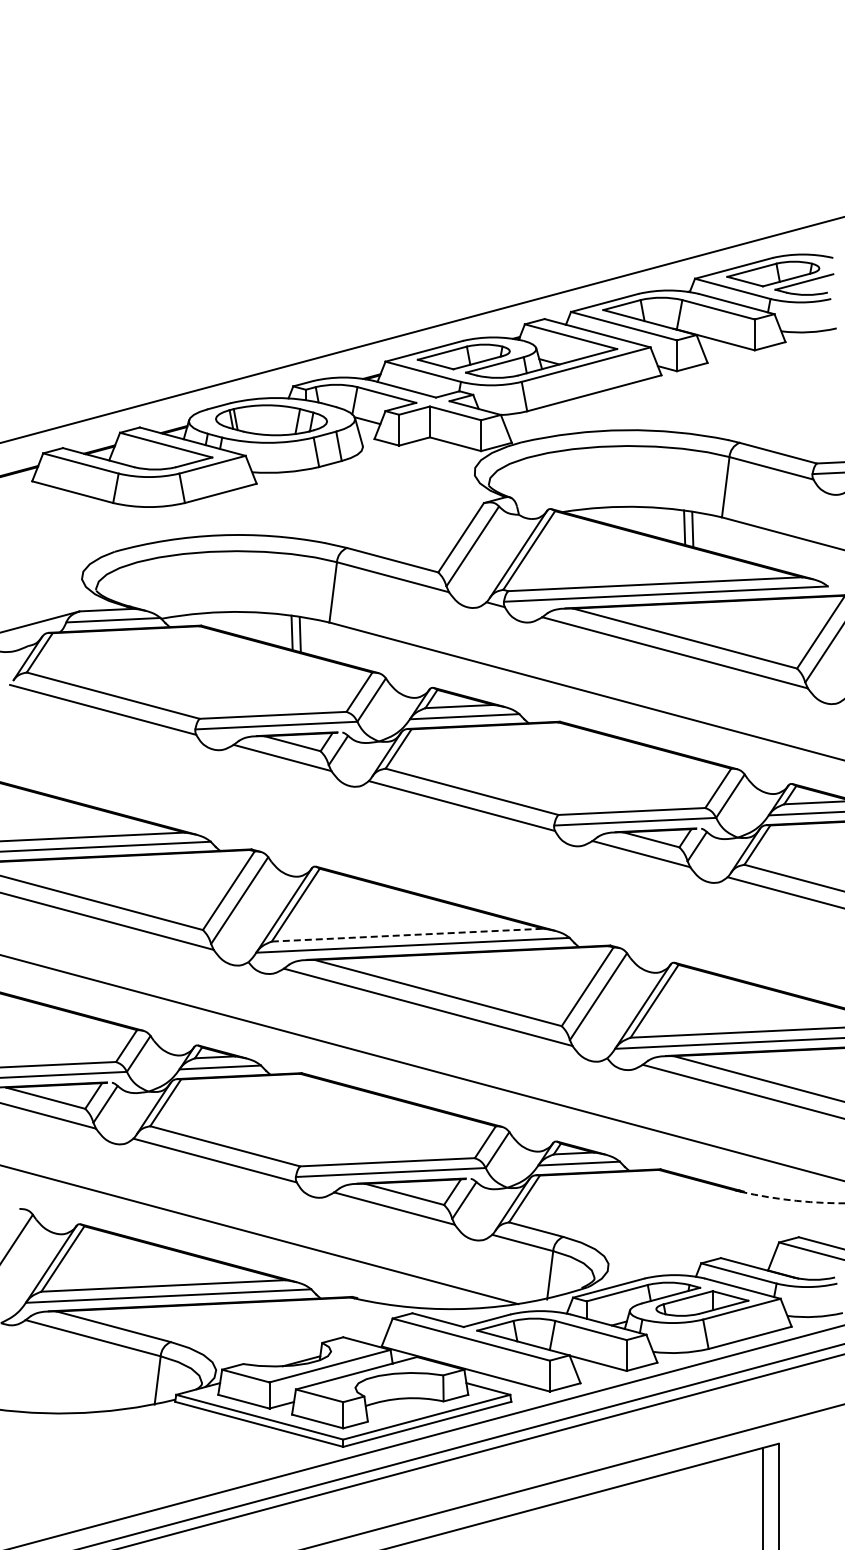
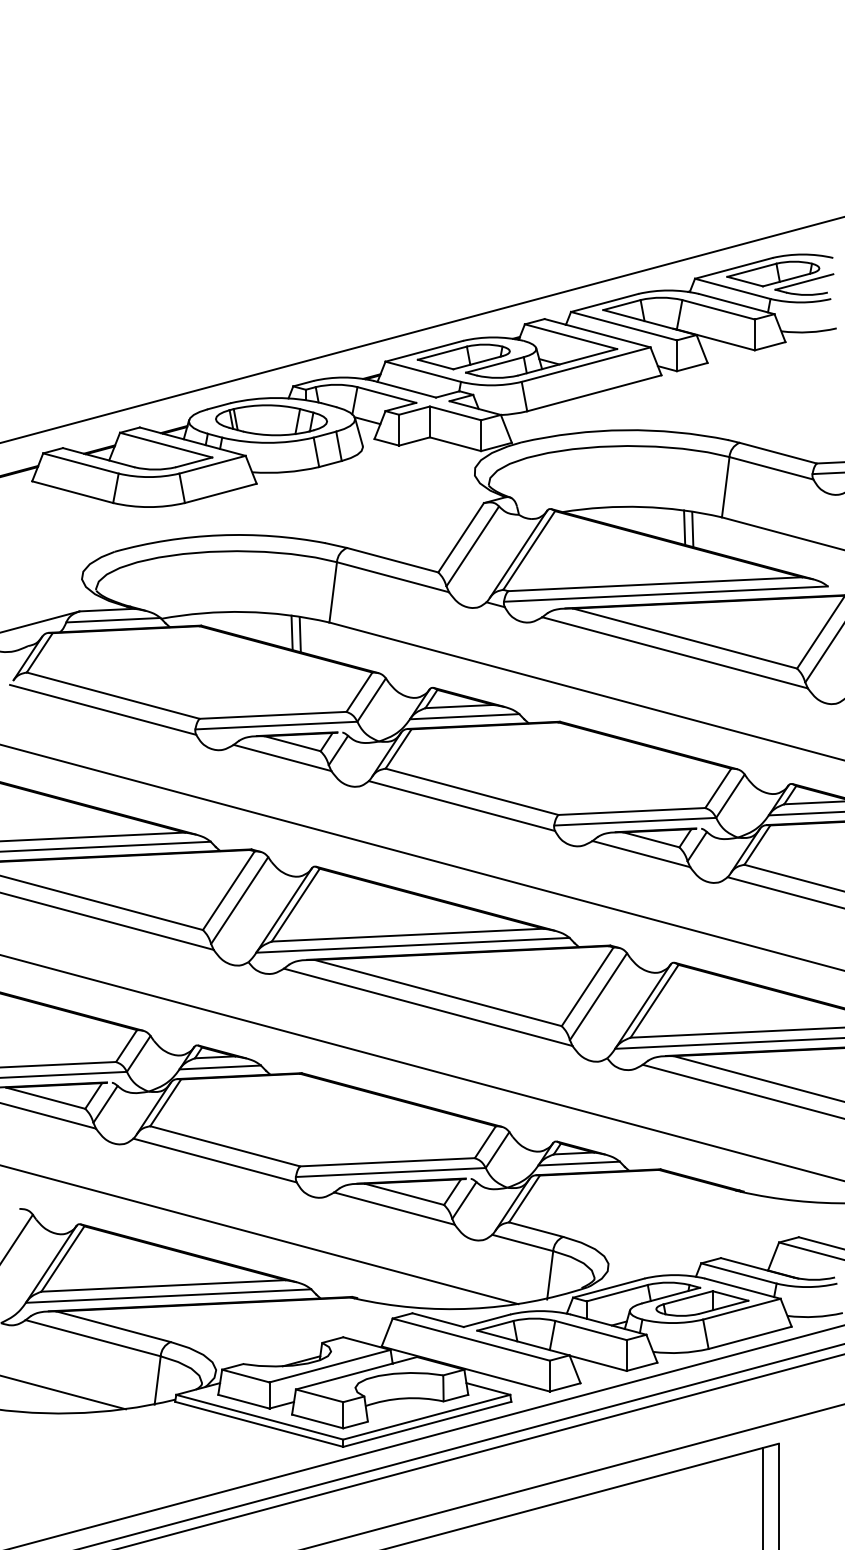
line at (421, 857): none -> present
line at (408, 935): dashed -> solid
arc at (792, 1200): dashed -> solid
line at (63, 1392): none -> present
